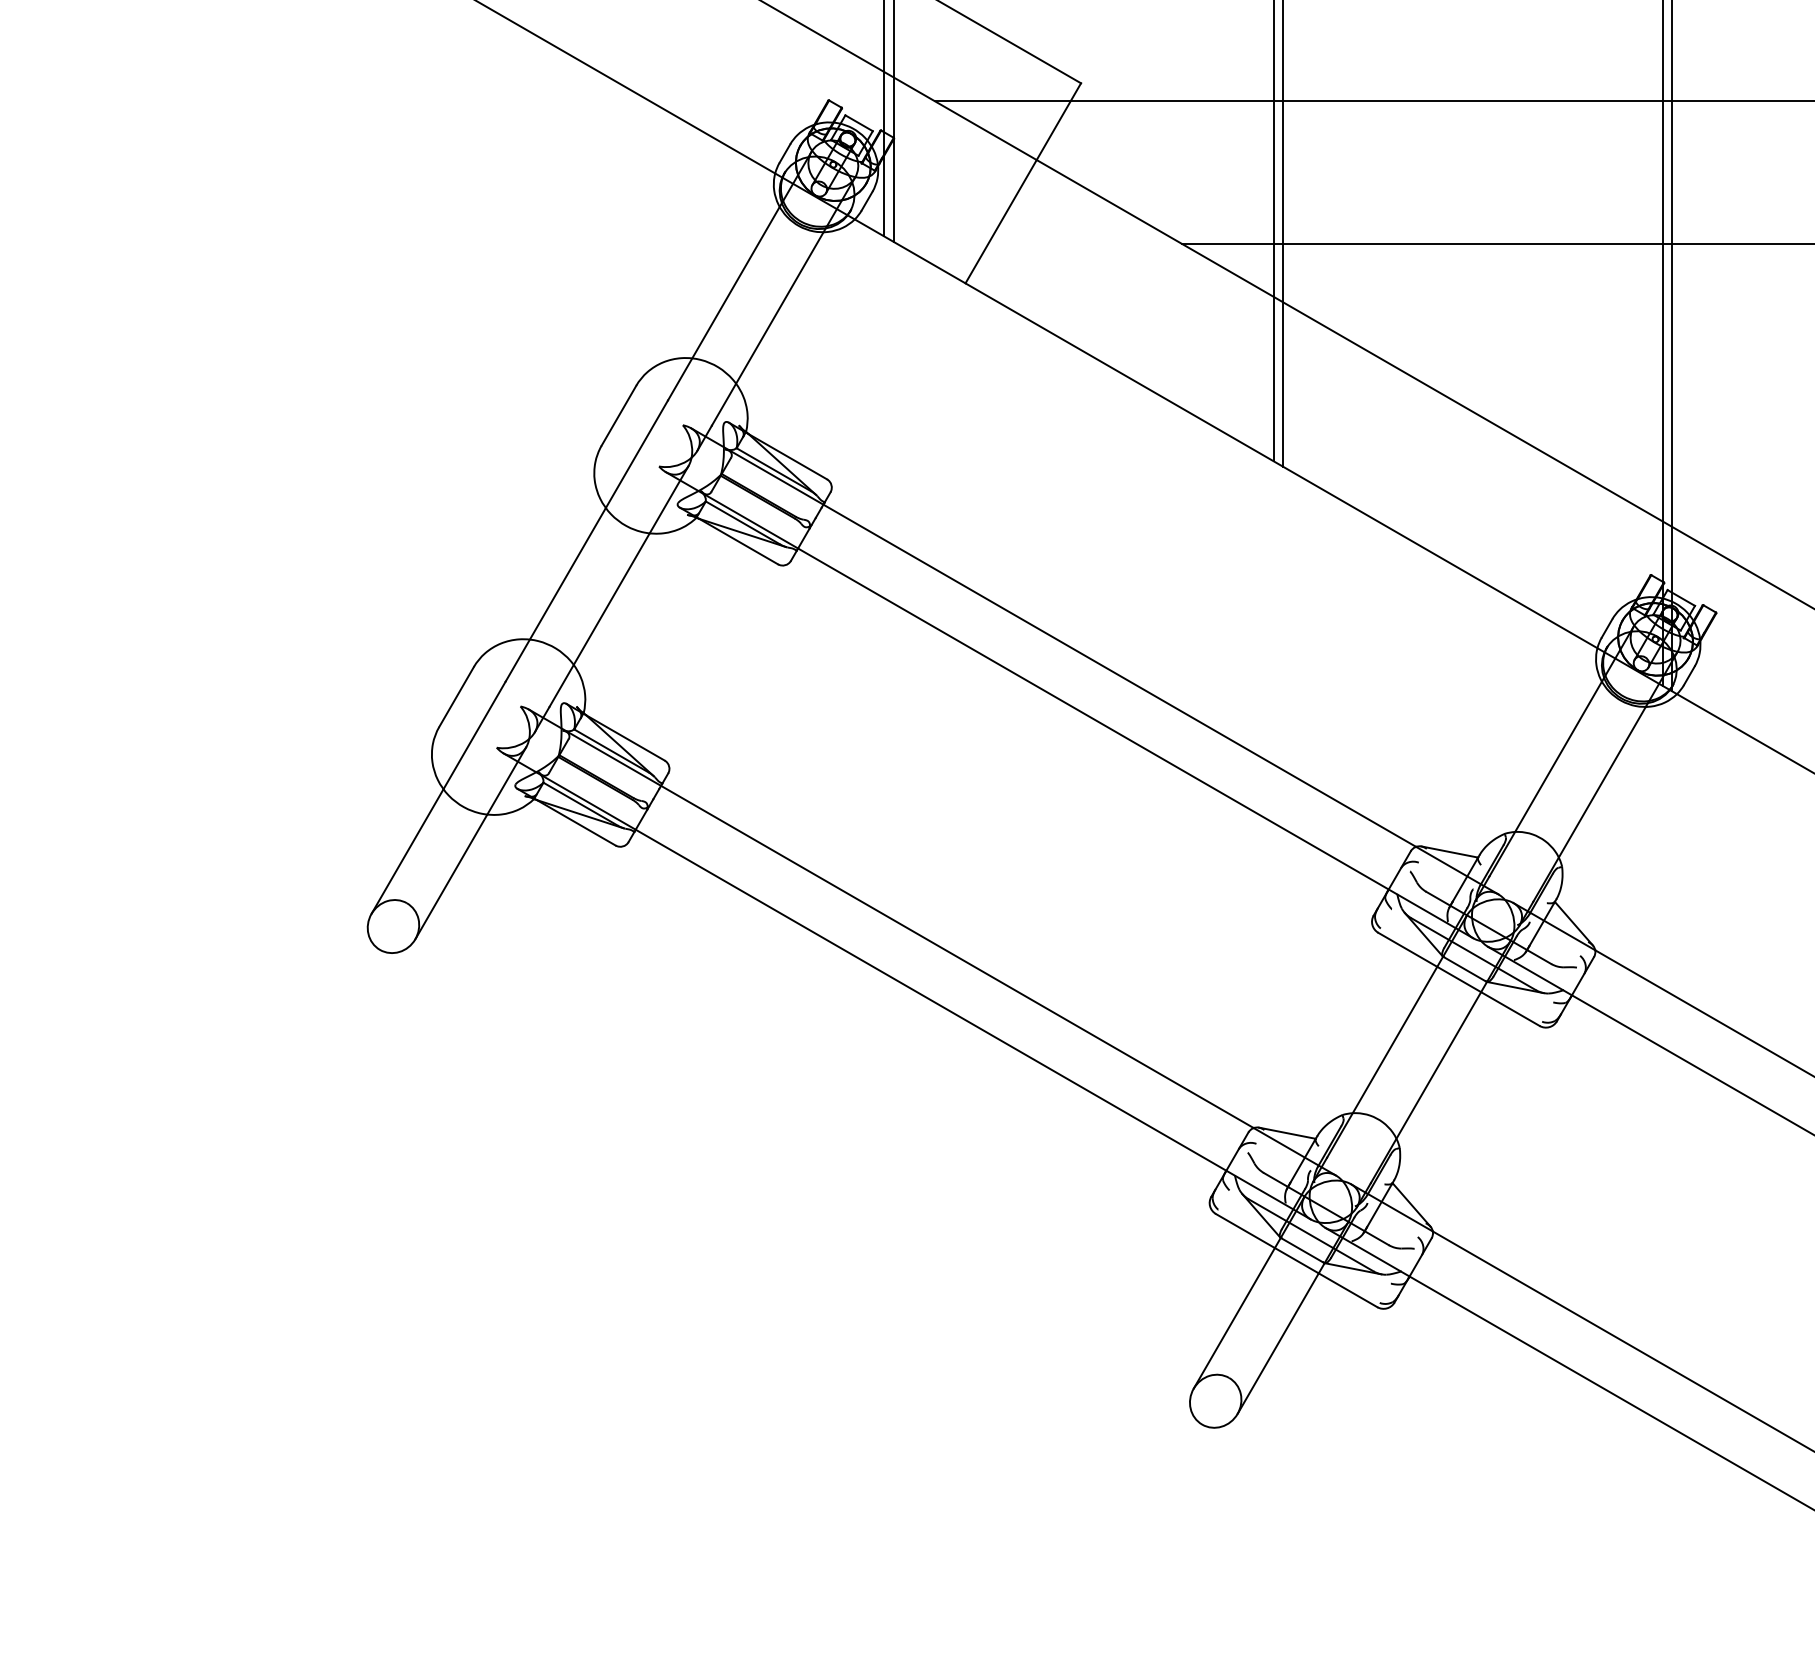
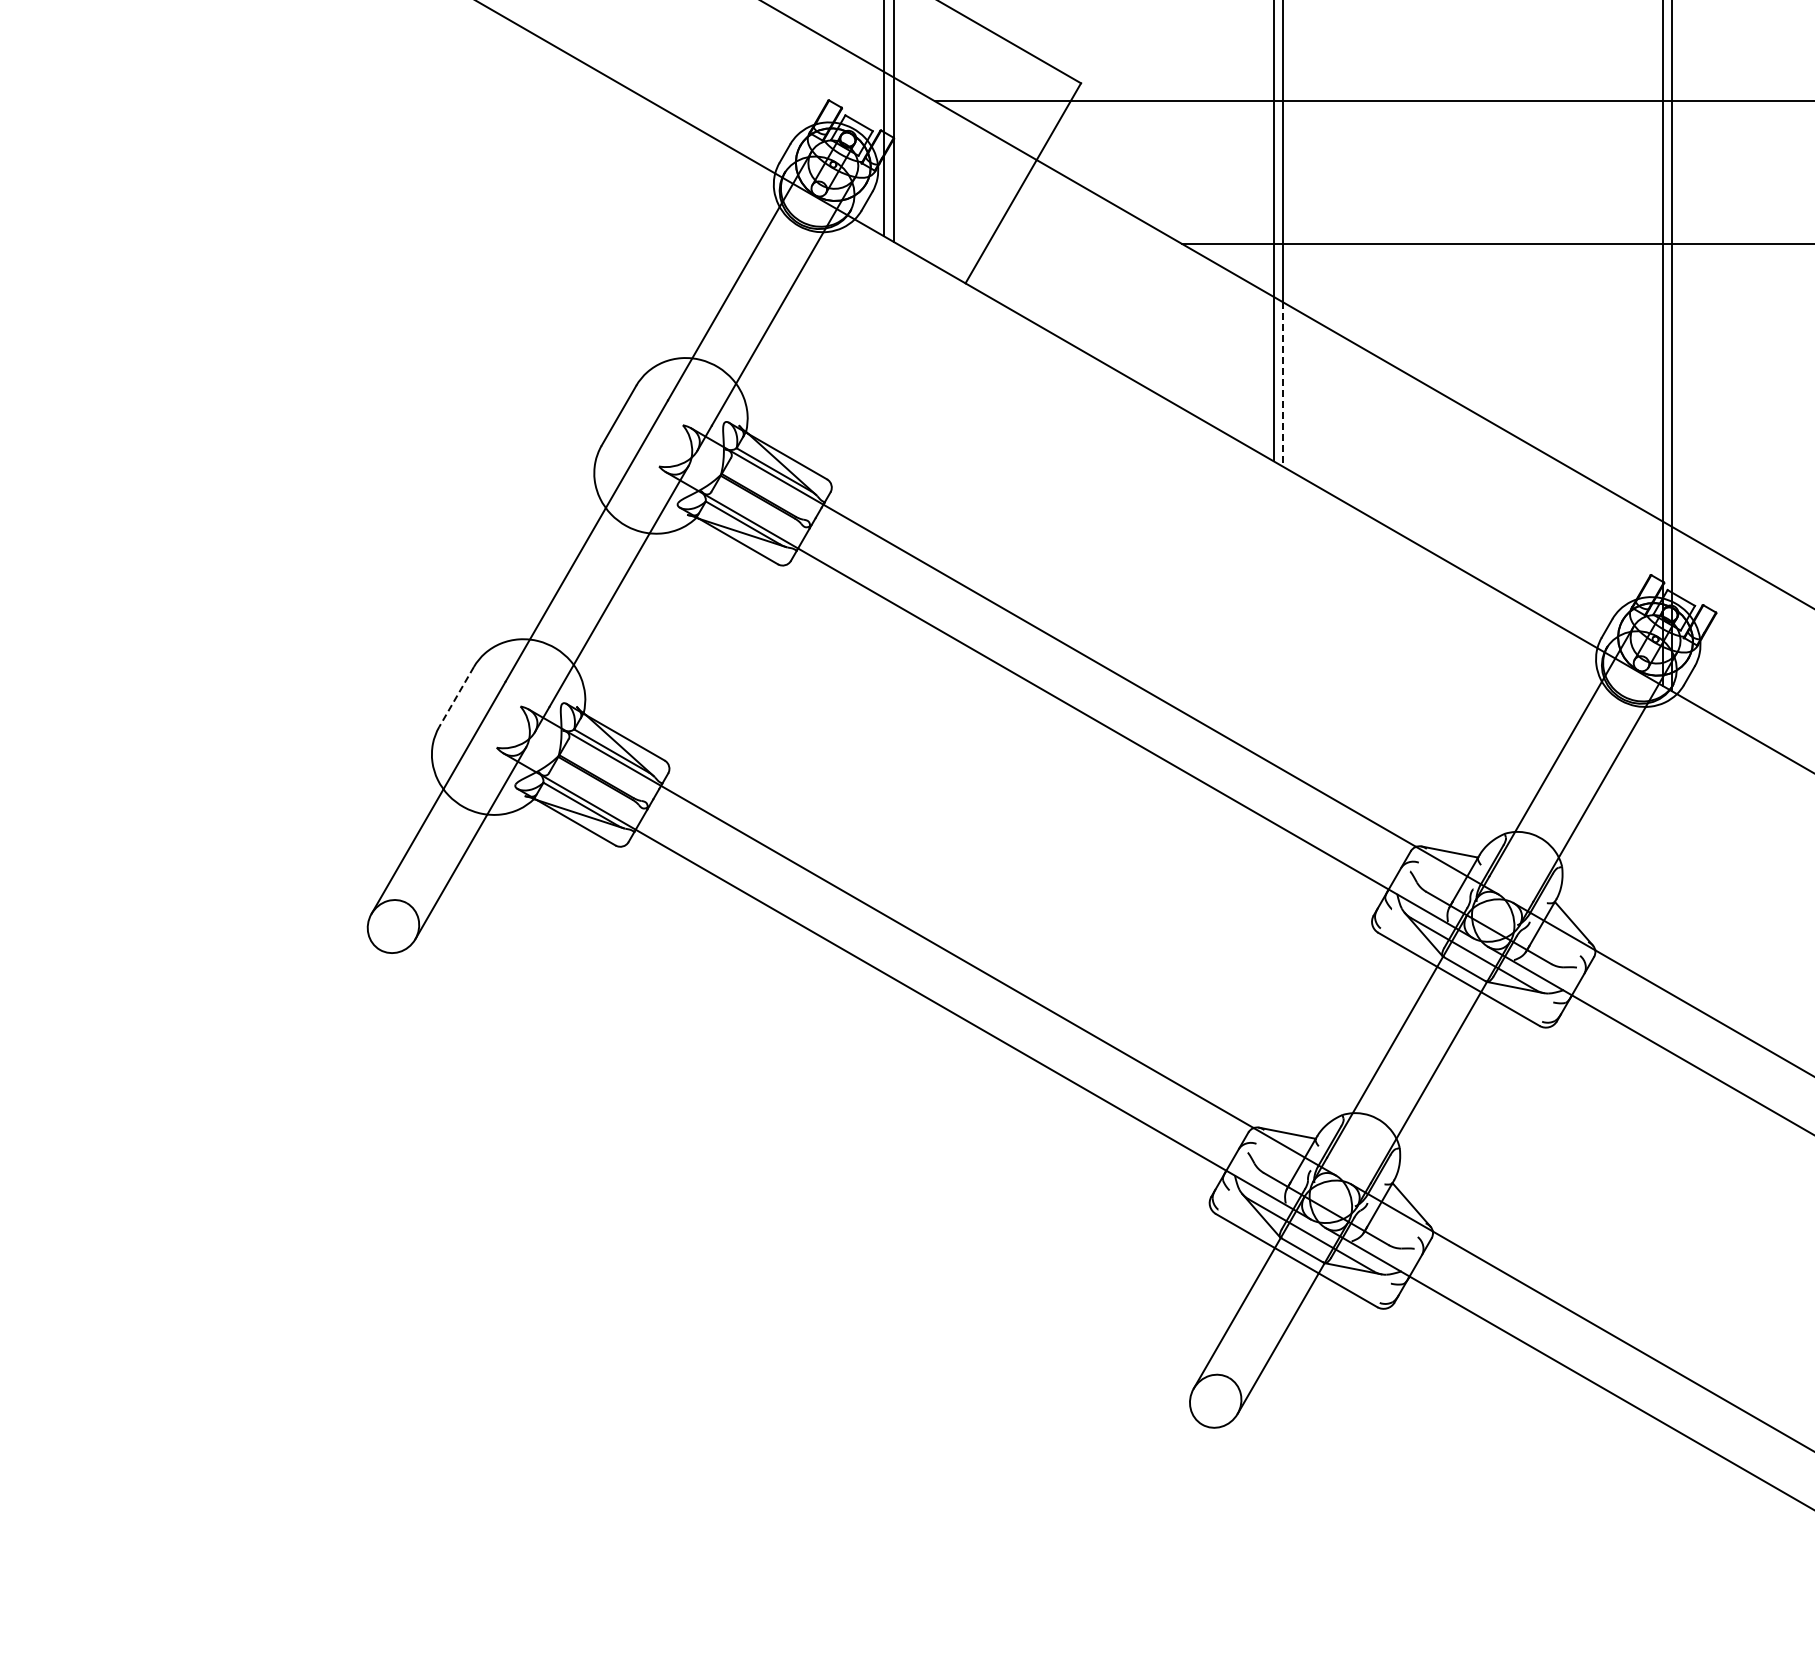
line at (1282, 384): solid -> dashed
line at (456, 697): solid -> dashed
